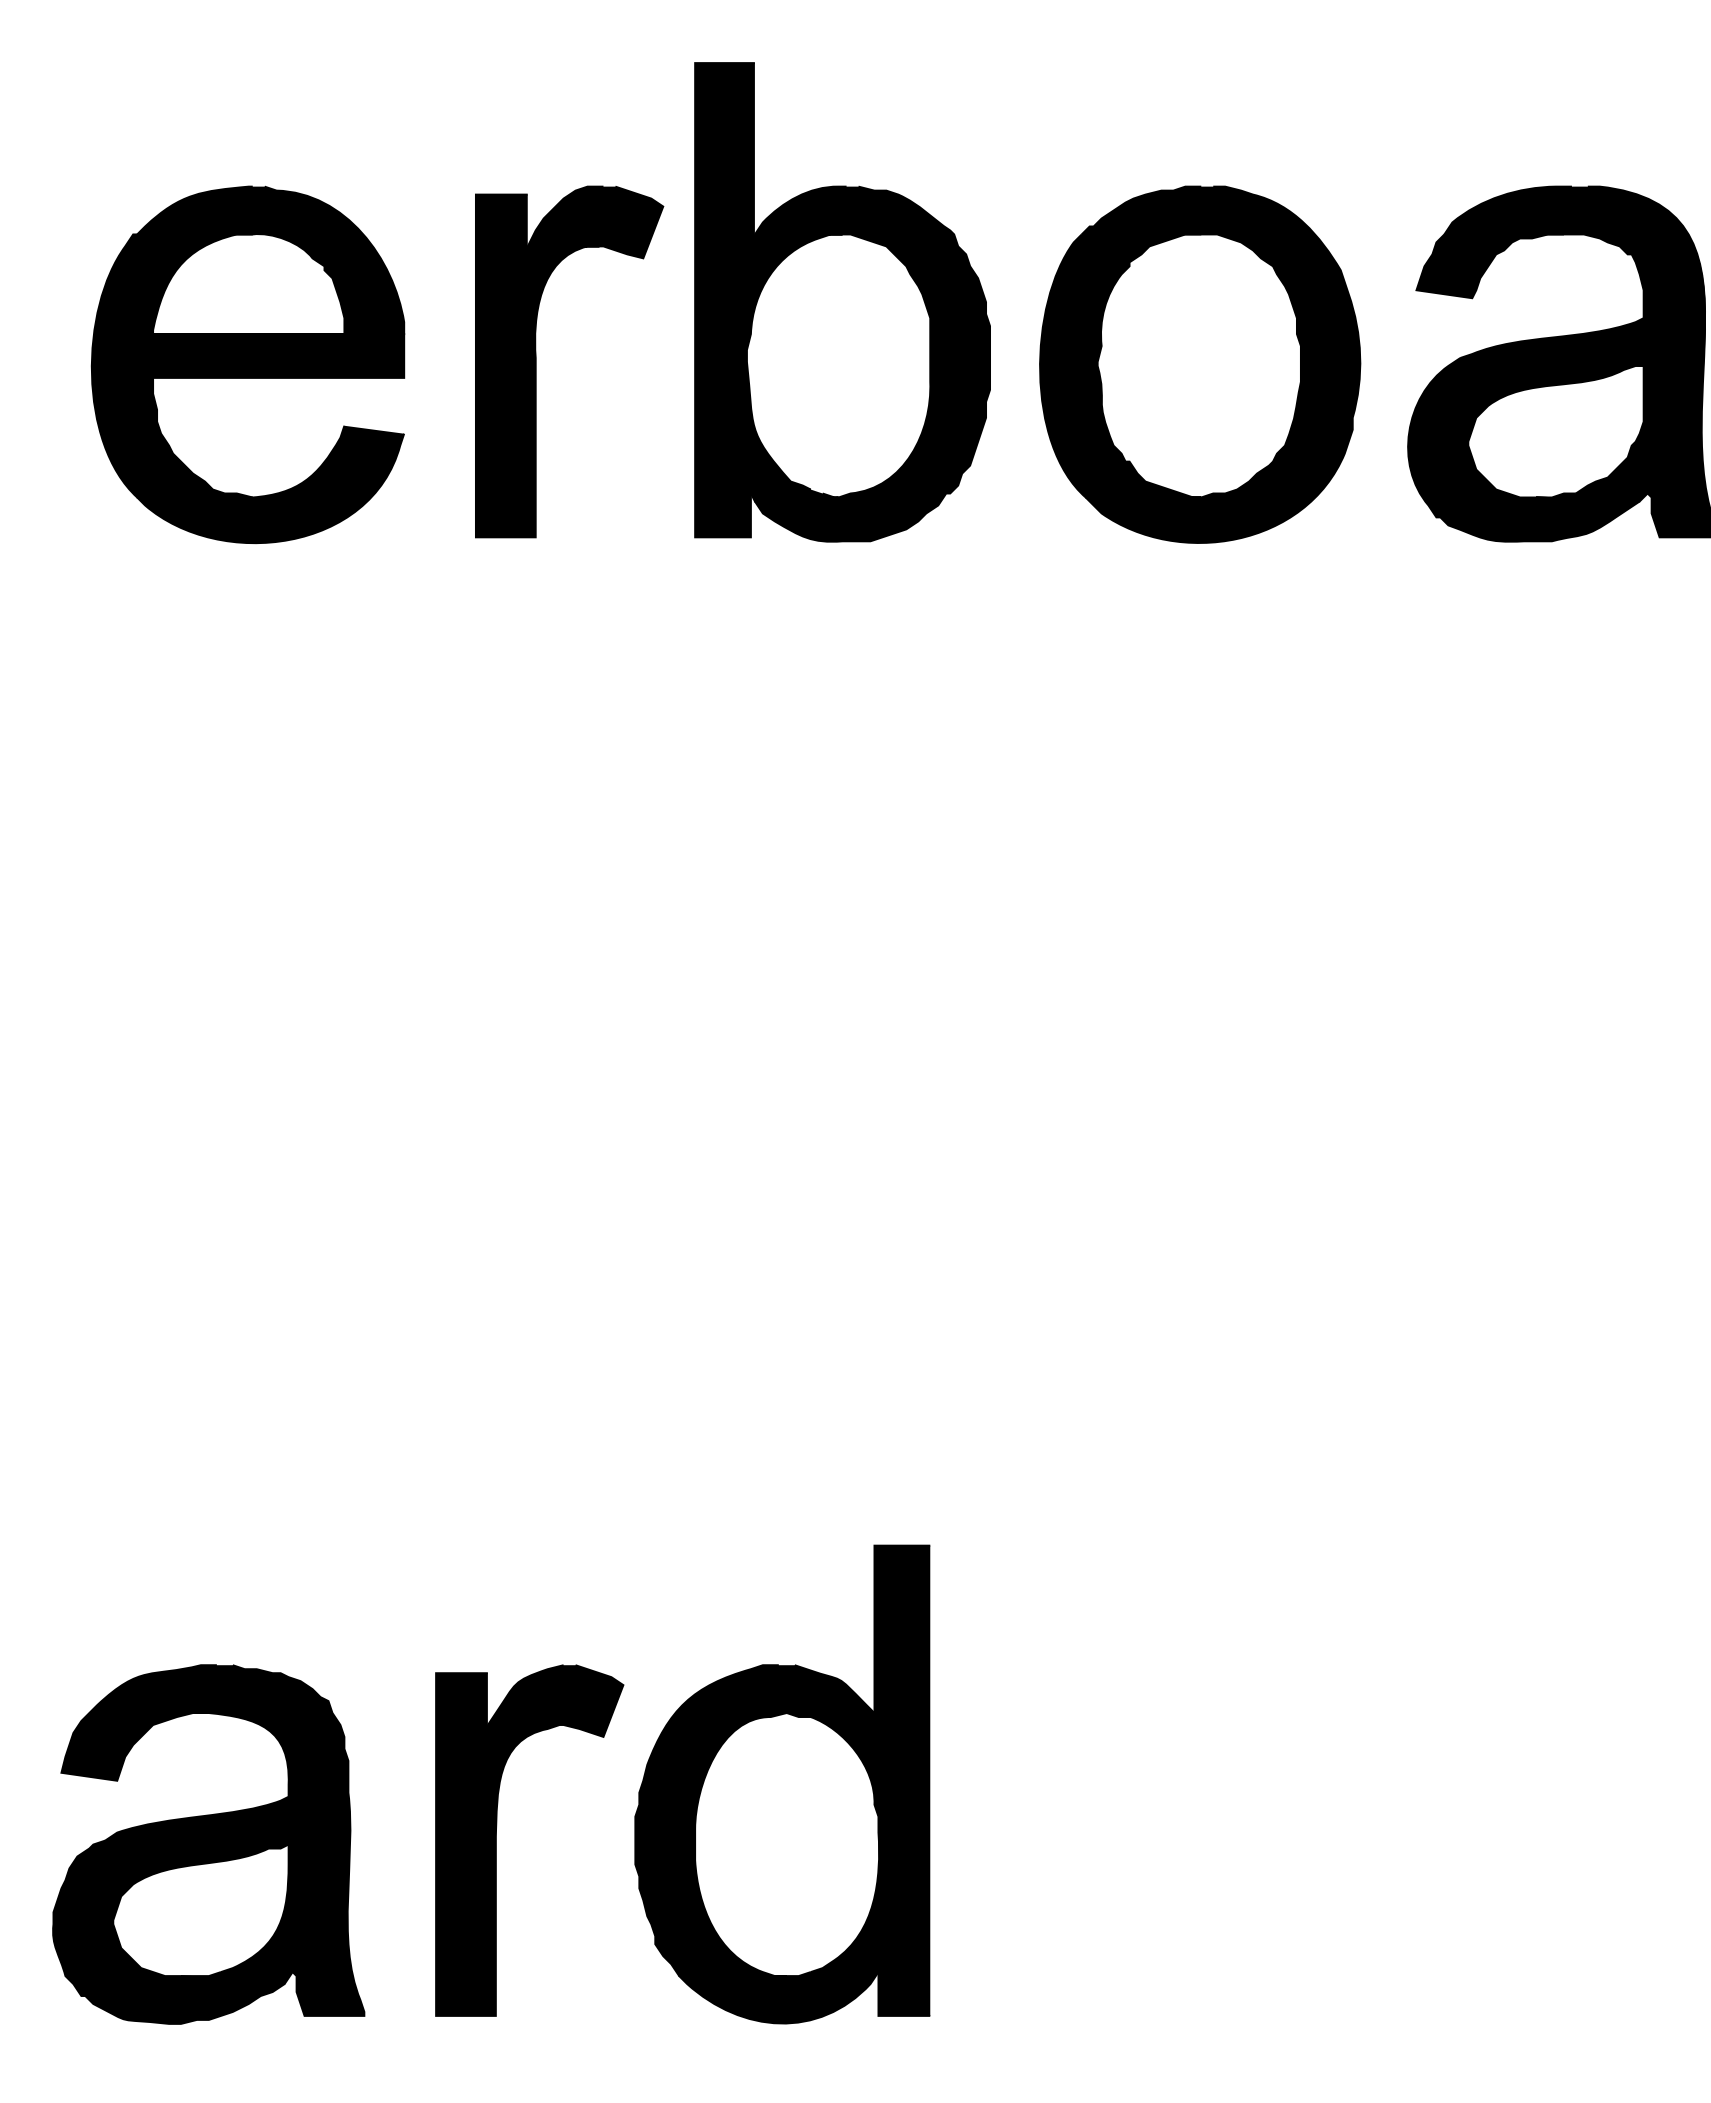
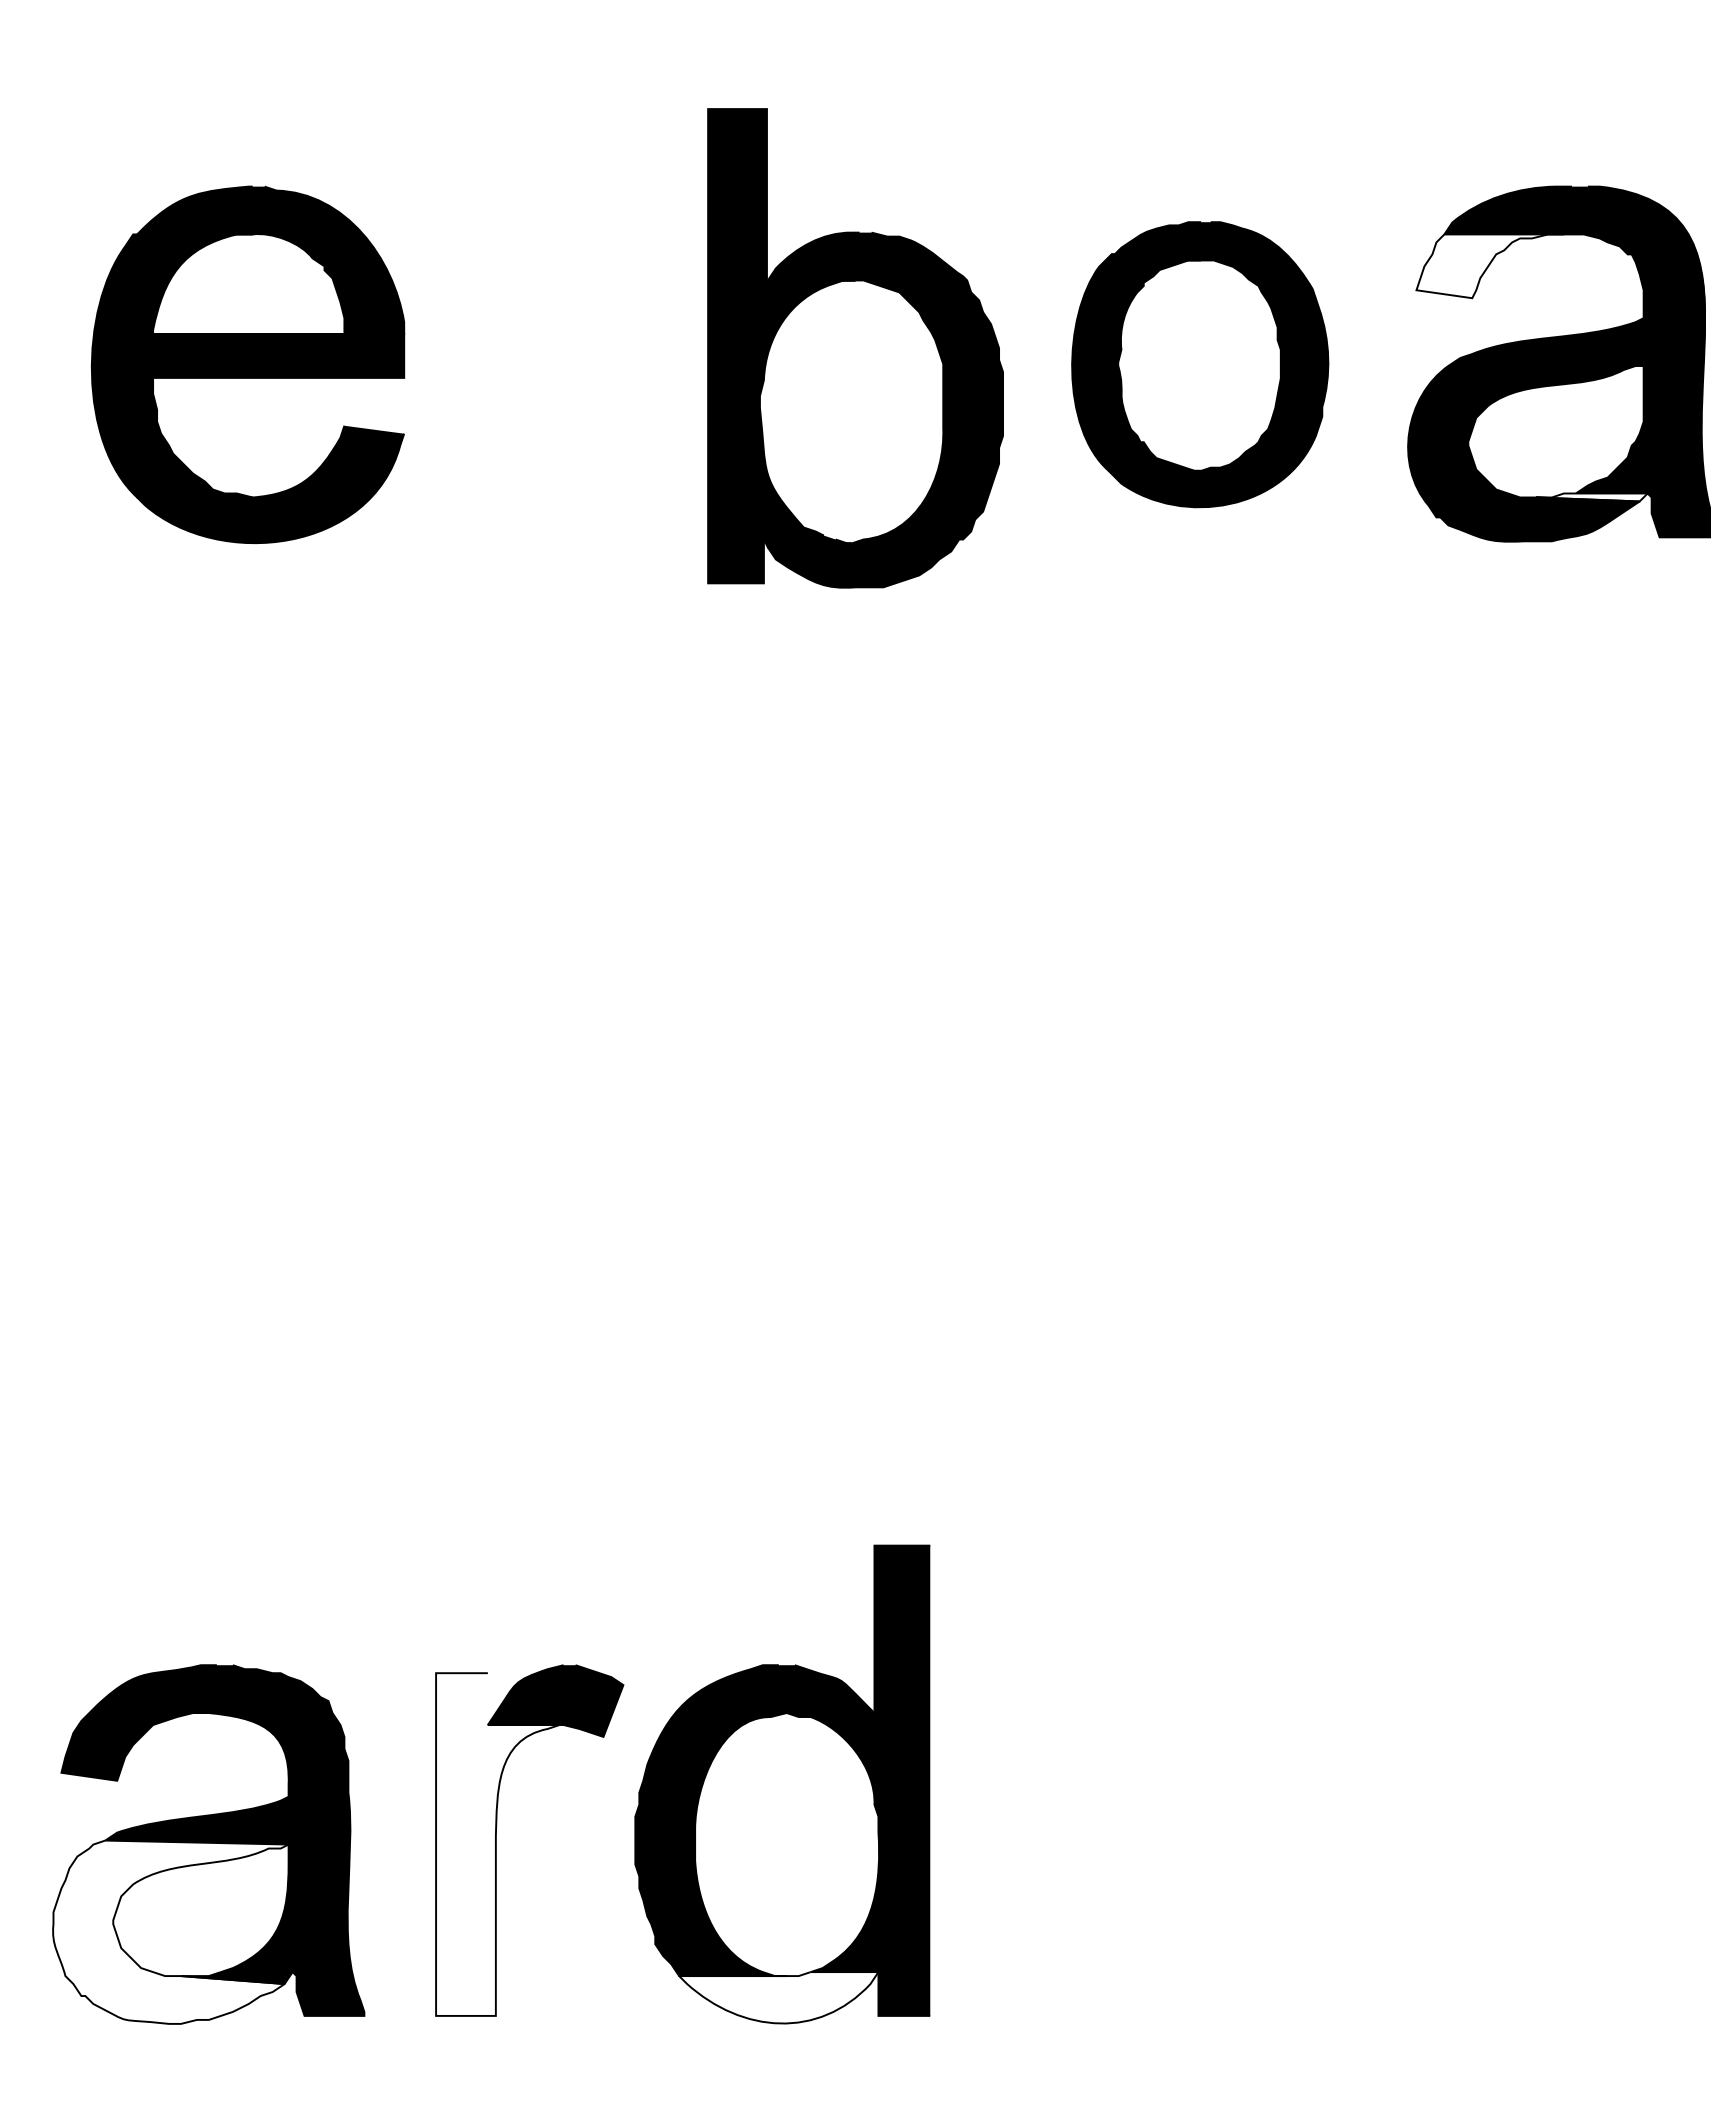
fill at (1489, 266): present -> none
part at (842, 302) position: (842, 302) -> (855, 348)
part at (536, 361): present -> none
part at (1200, 364) size: 323x359 px -> 259x288 px
fill at (1591, 497): present -> none
fill at (497, 1844): present -> none
fill at (170, 1931): present -> none
fill at (778, 1997): present -> none
